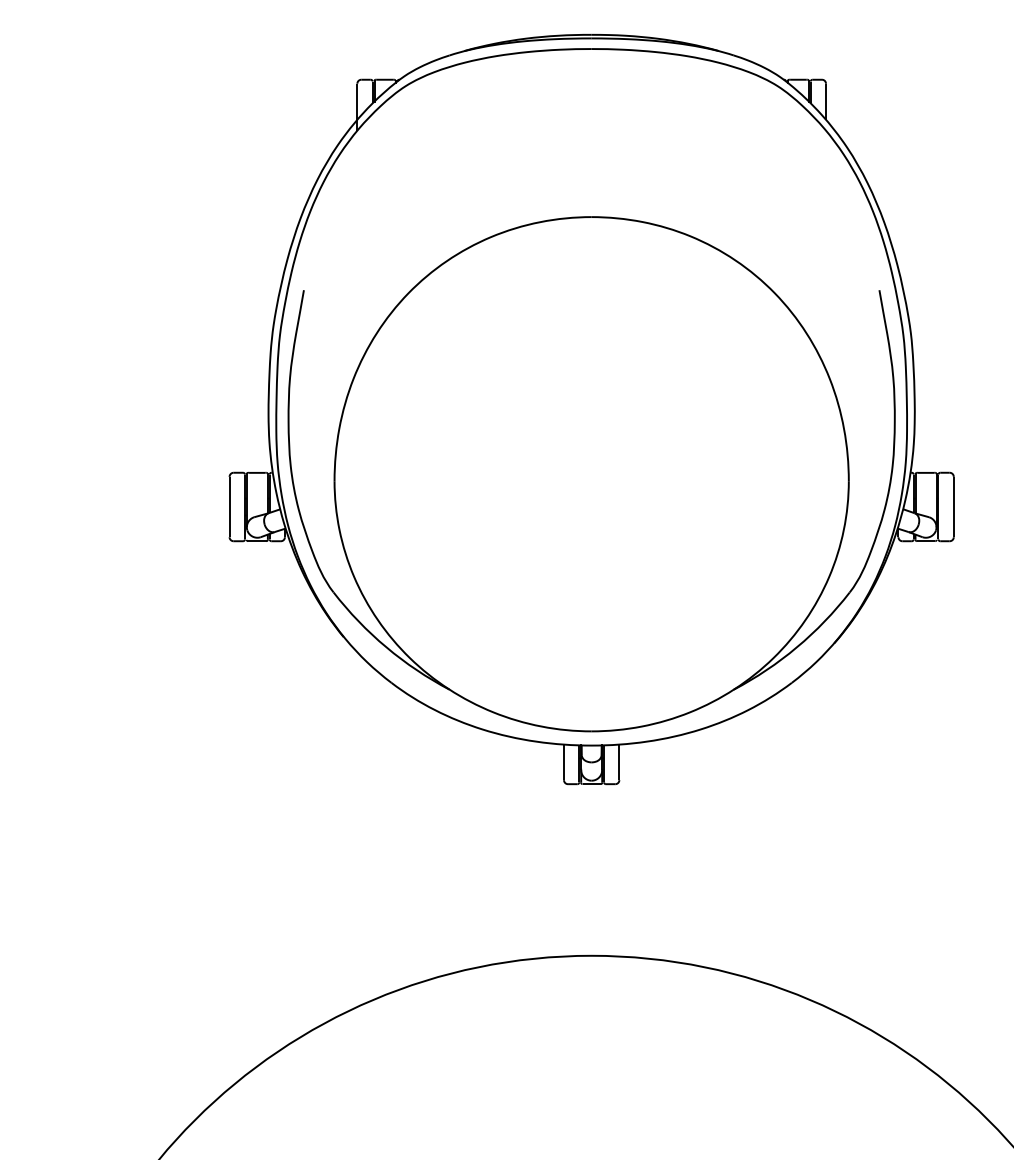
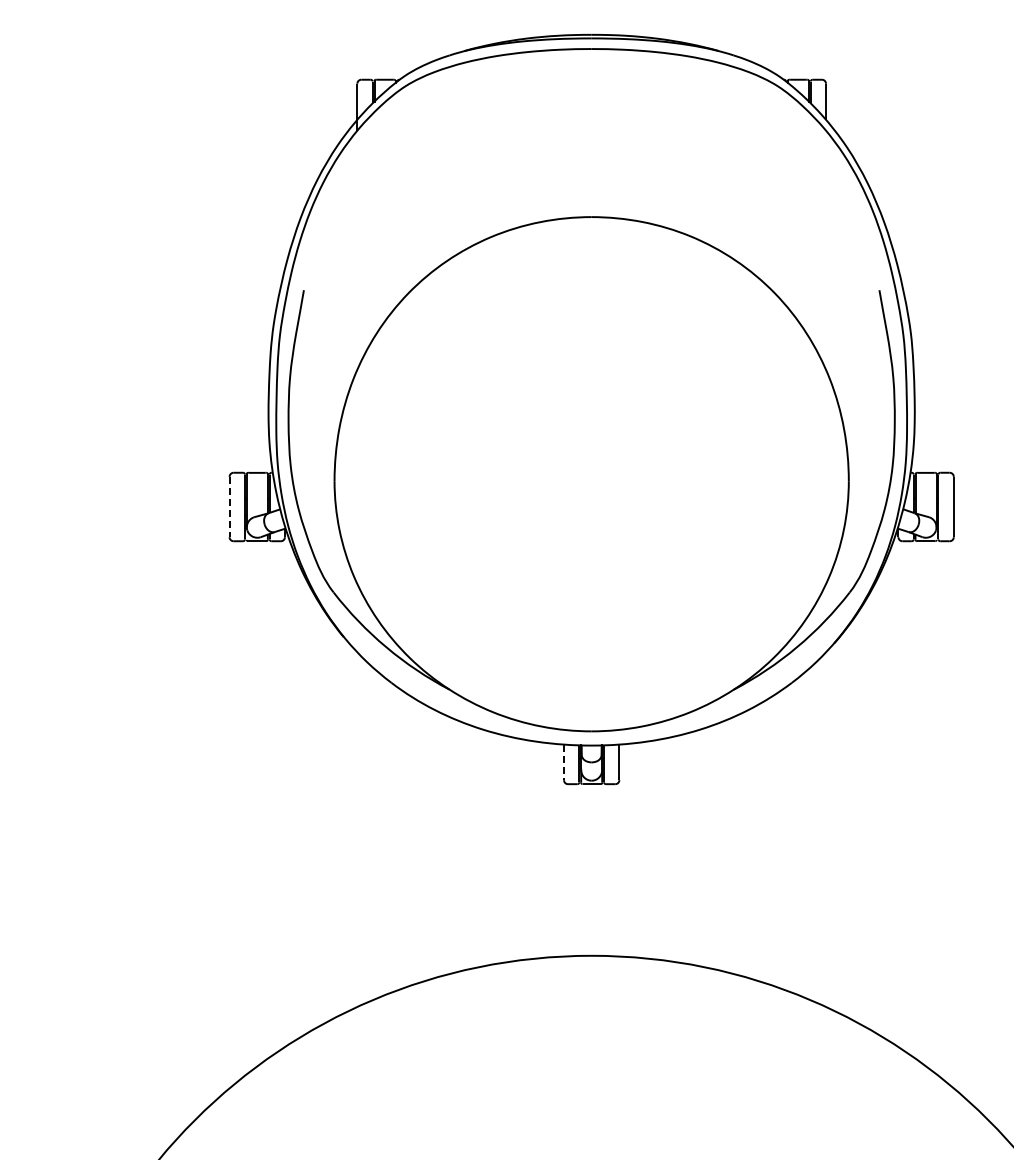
line at (229, 507): solid -> dashed
line at (564, 762): solid -> dashed
